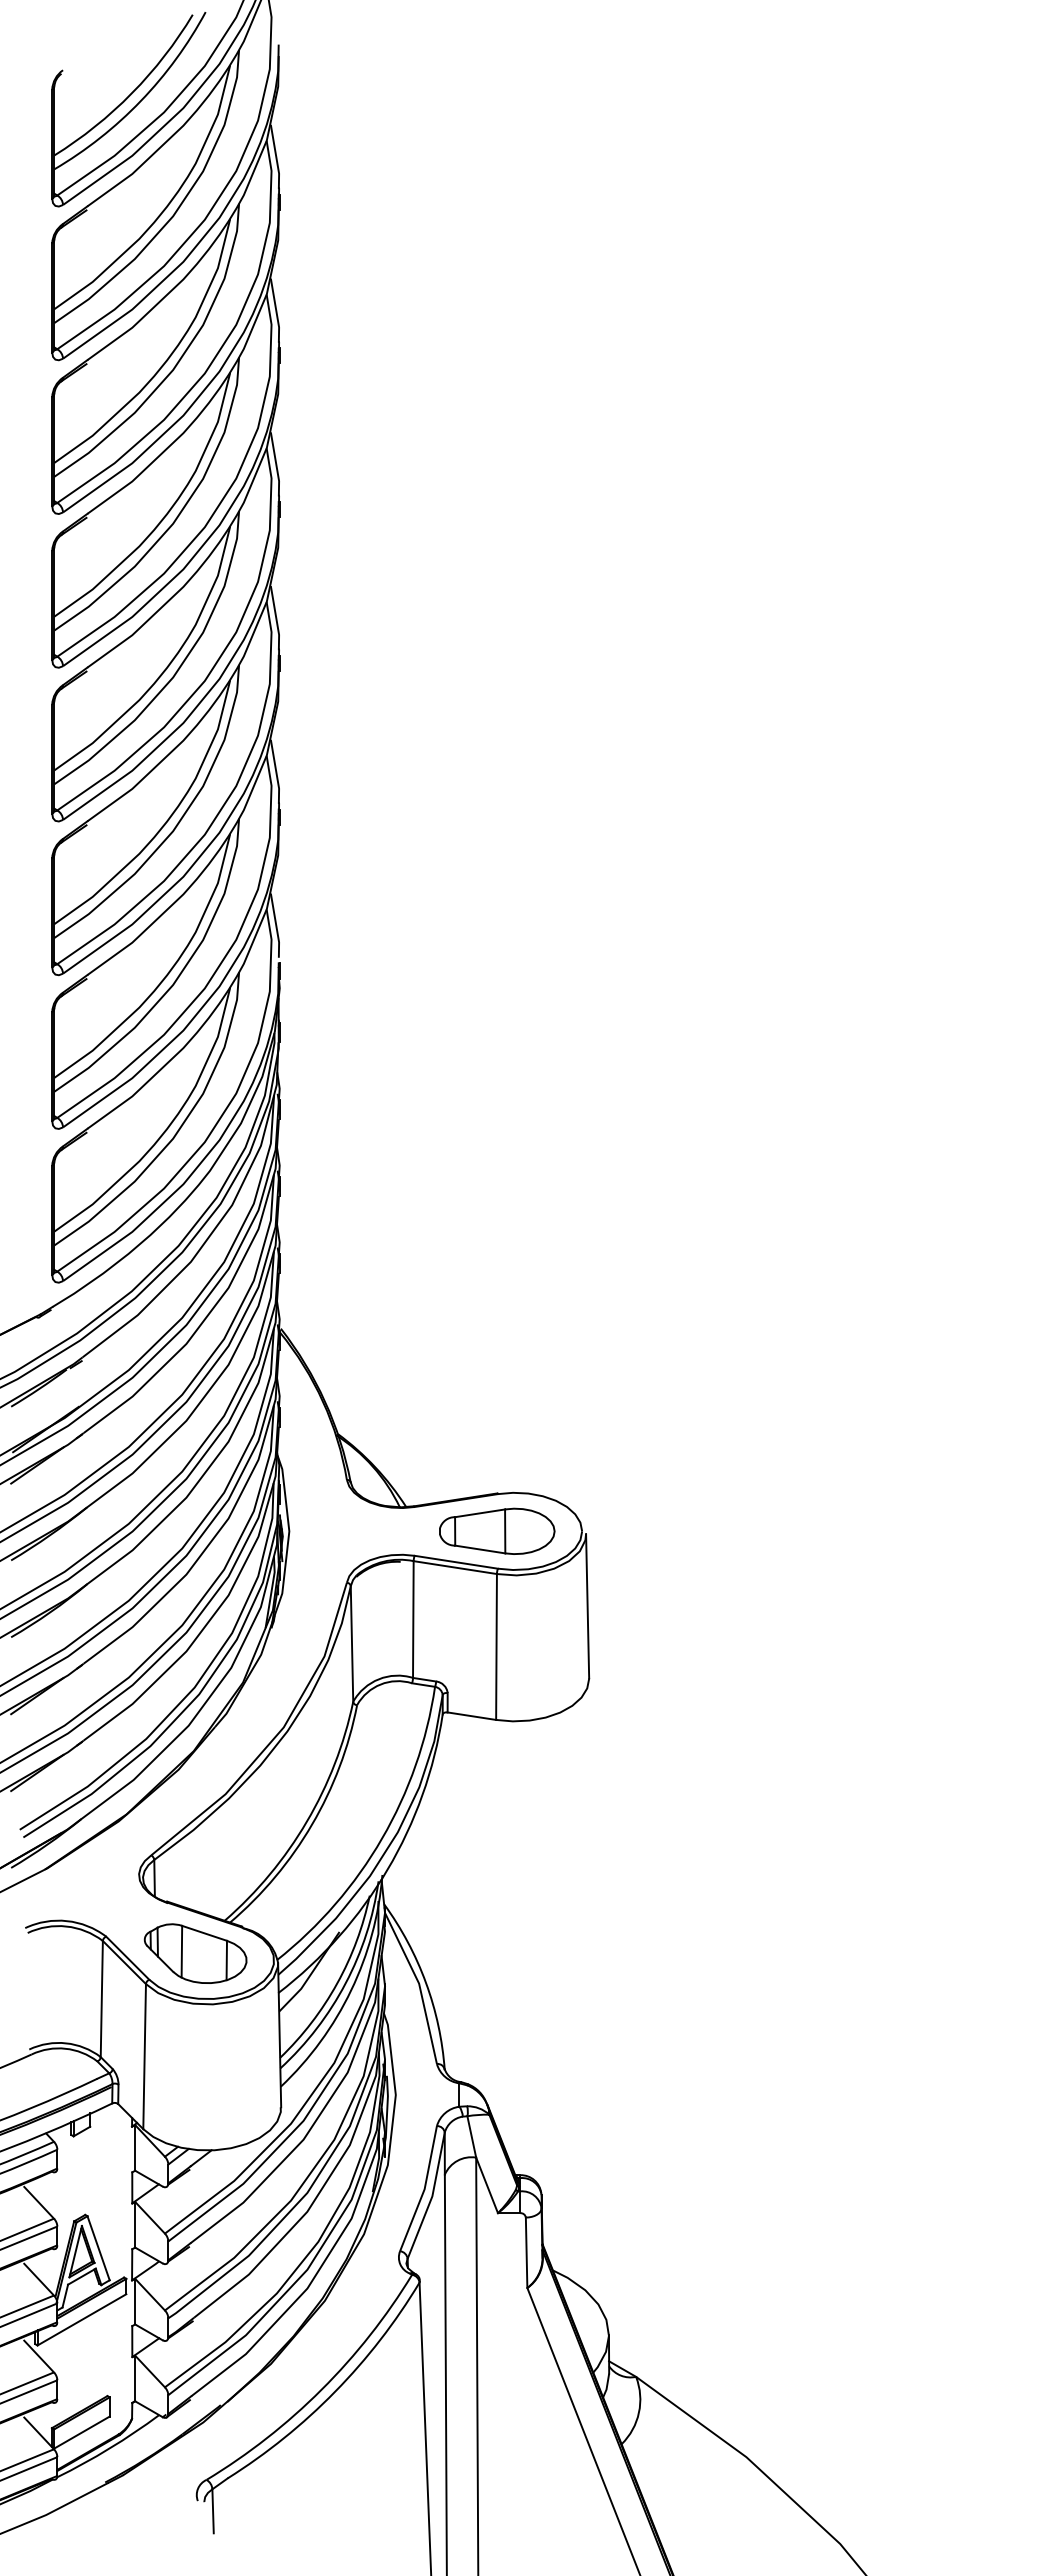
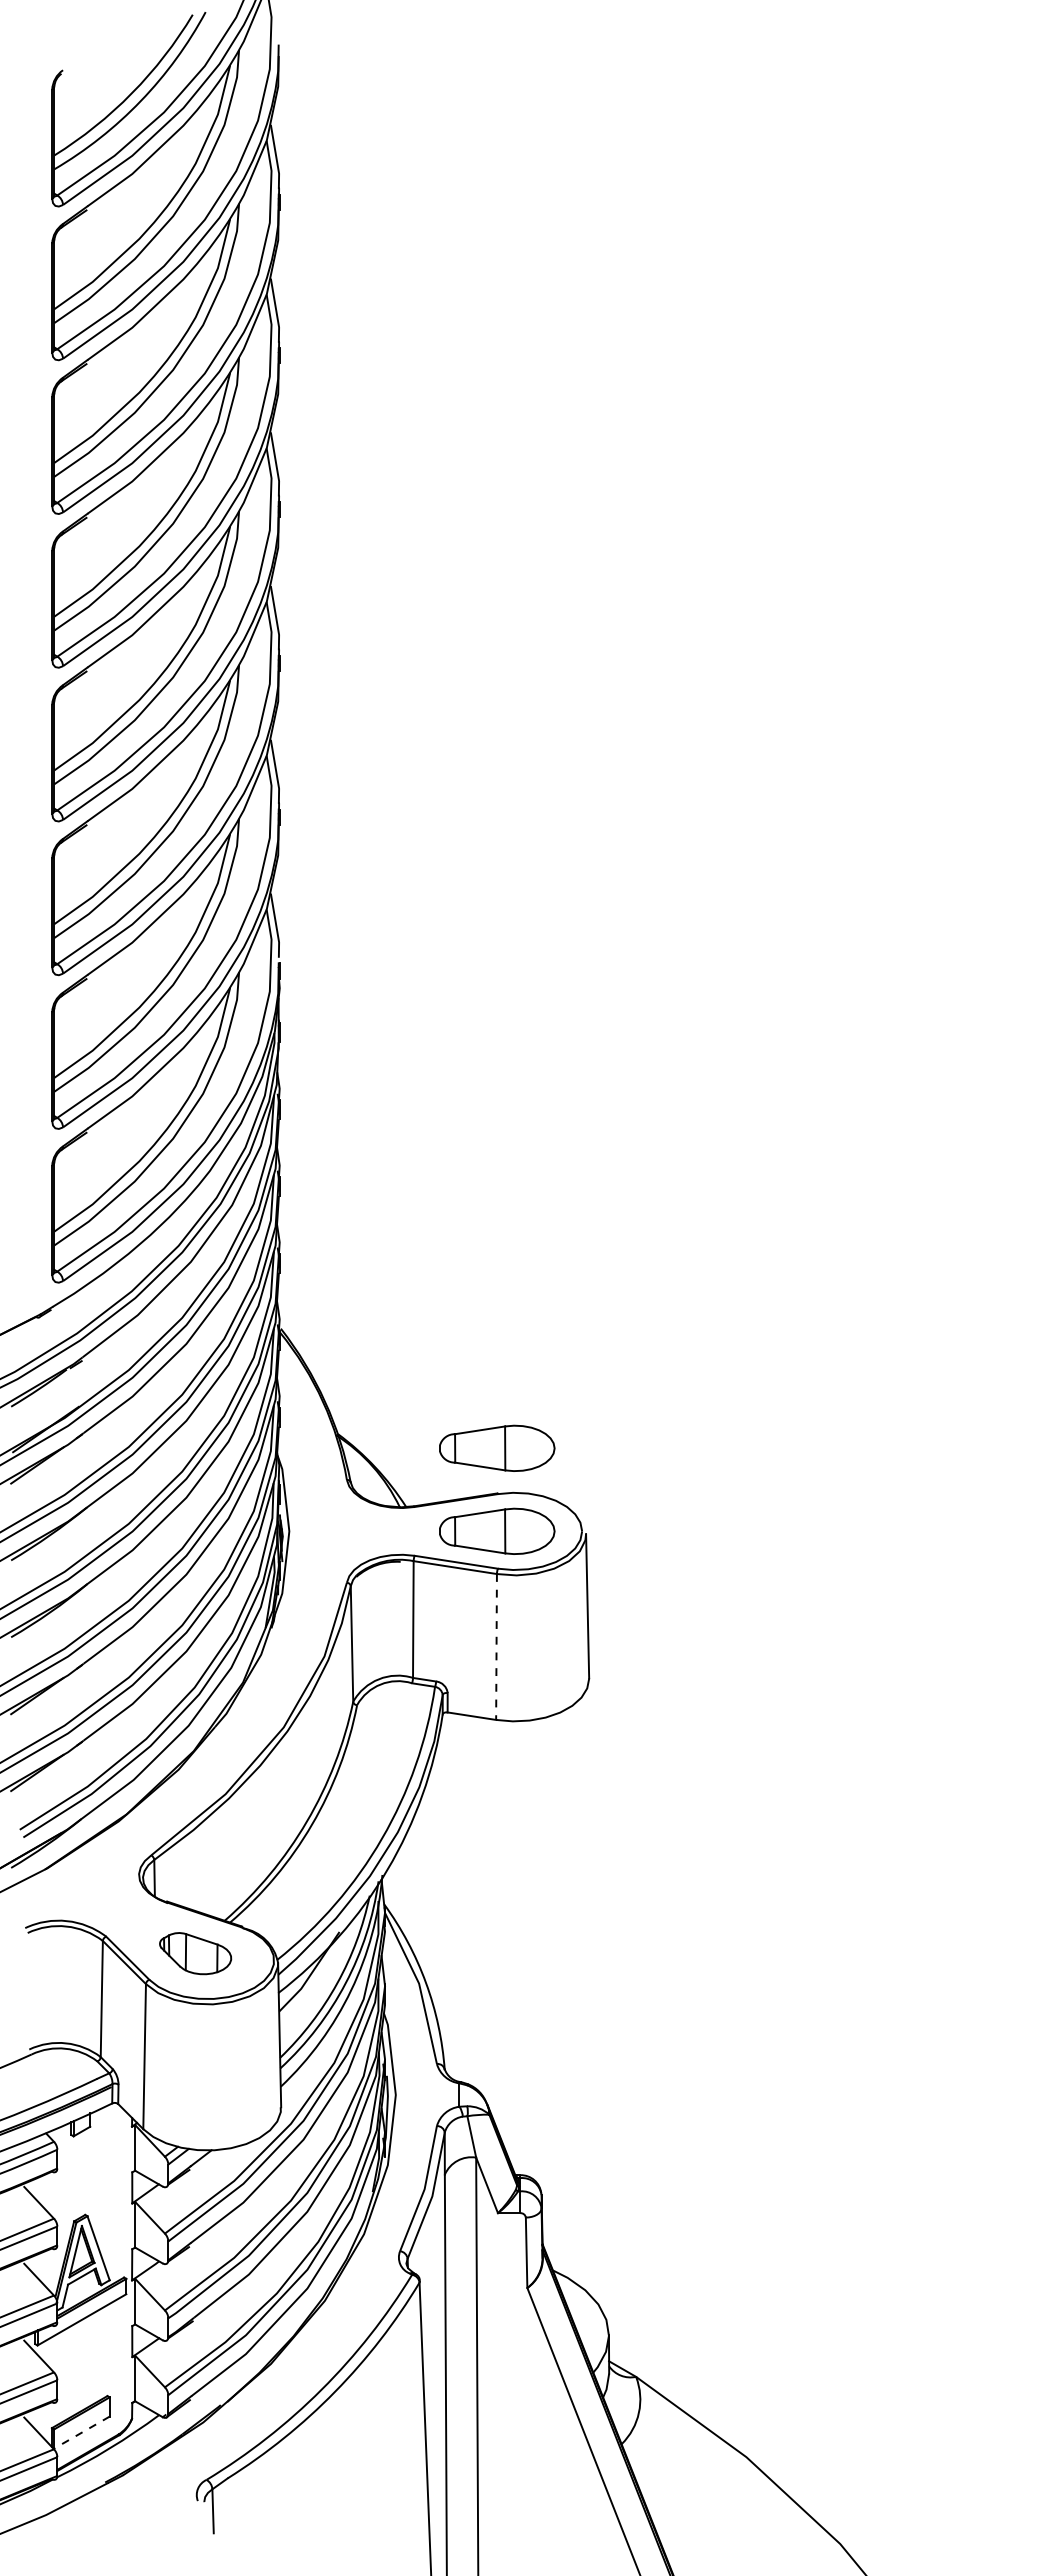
part at (497, 1447): none -> present
line at (496, 1646): solid -> dashed
part at (195, 1953) size: 105x61 px -> 74x44 px
line at (81, 2432): solid -> dashed
